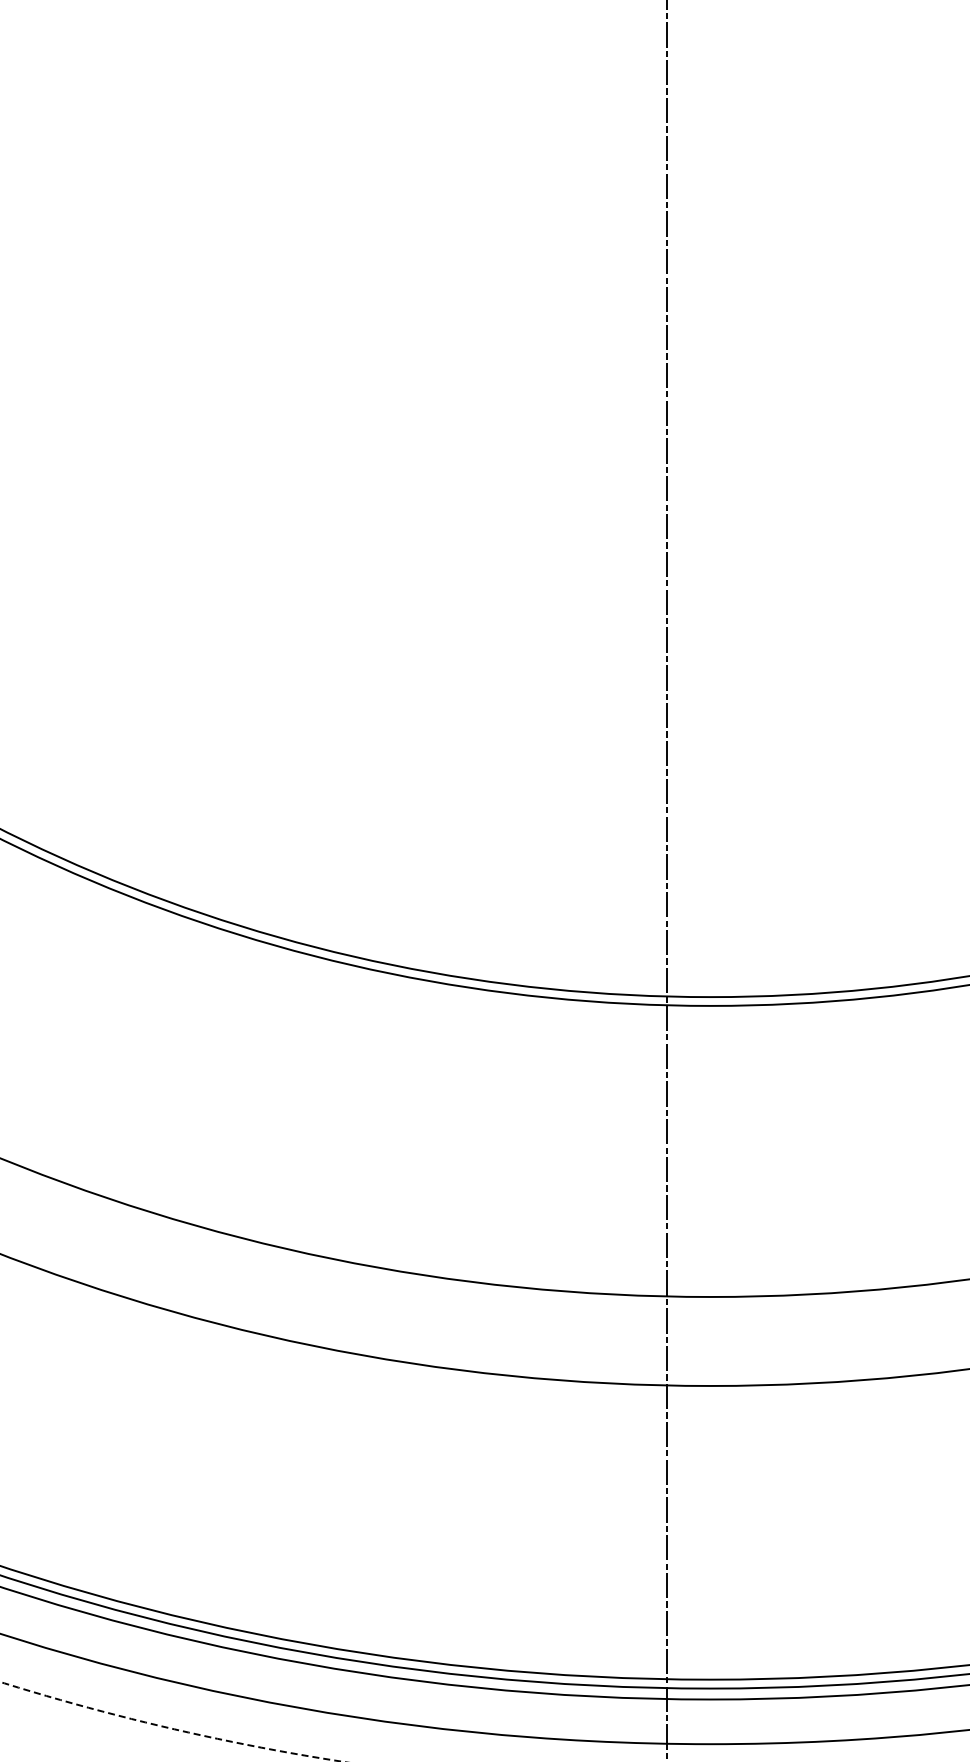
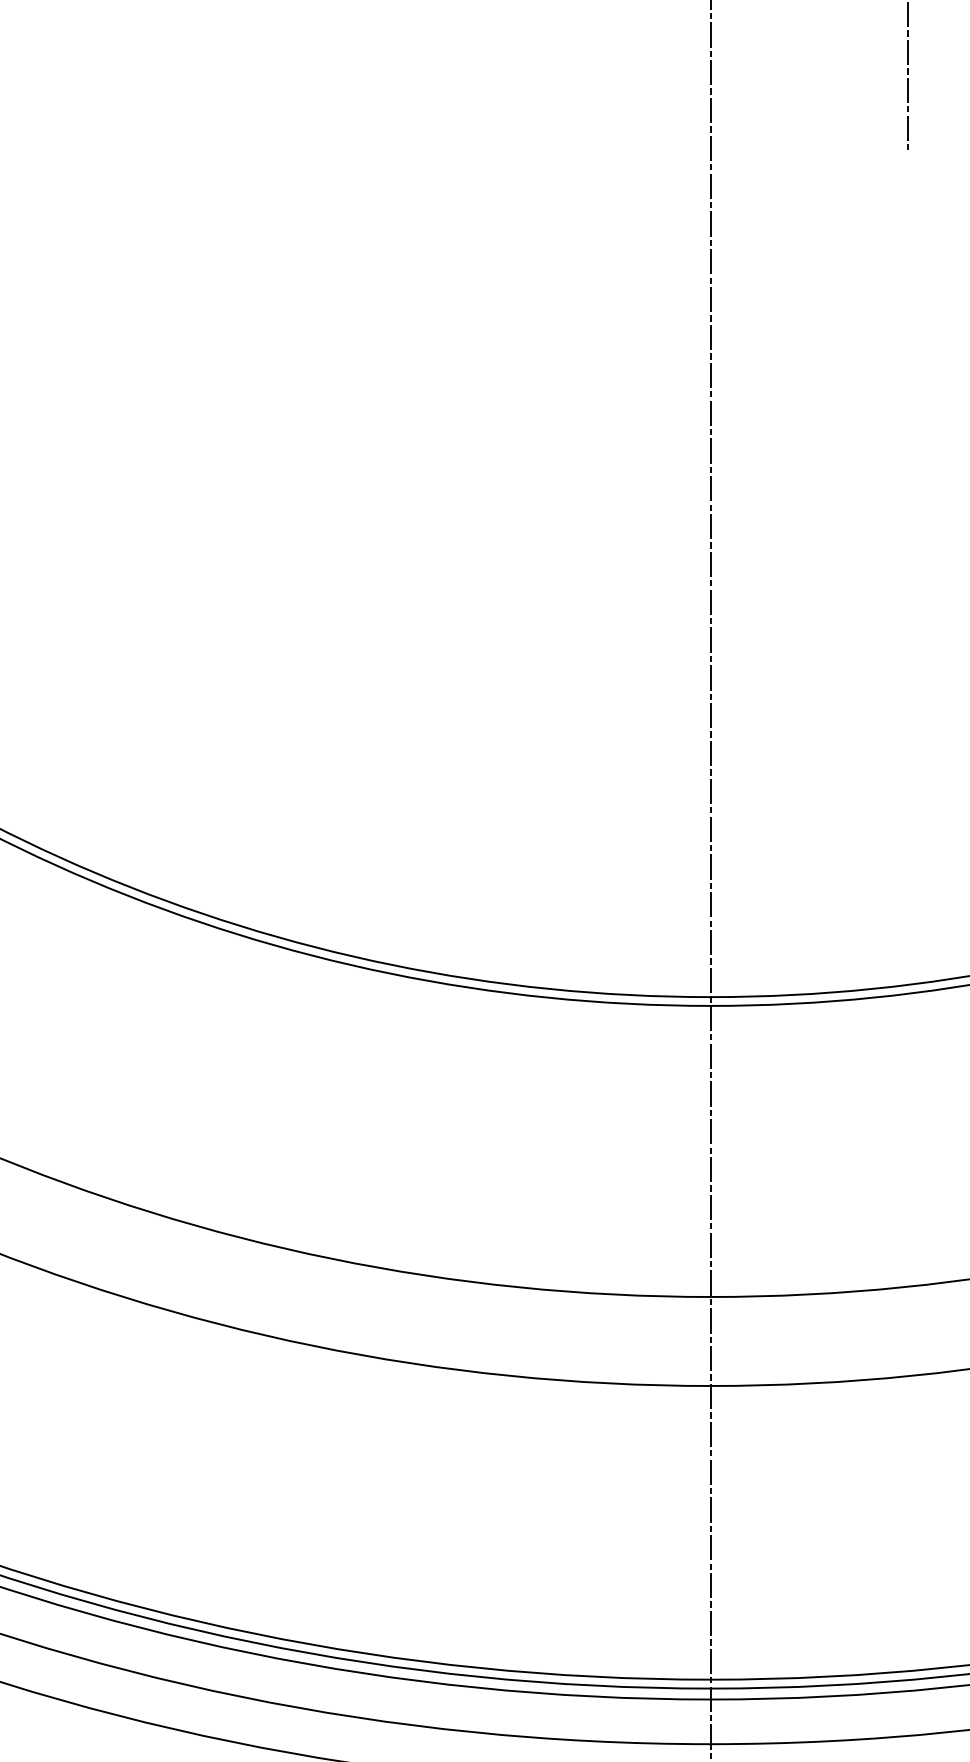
line at (907, 76): none -> present
line at (666, 880) position: (666, 880) -> (710, 880)
circle at (172, 1721): dashed -> solid
